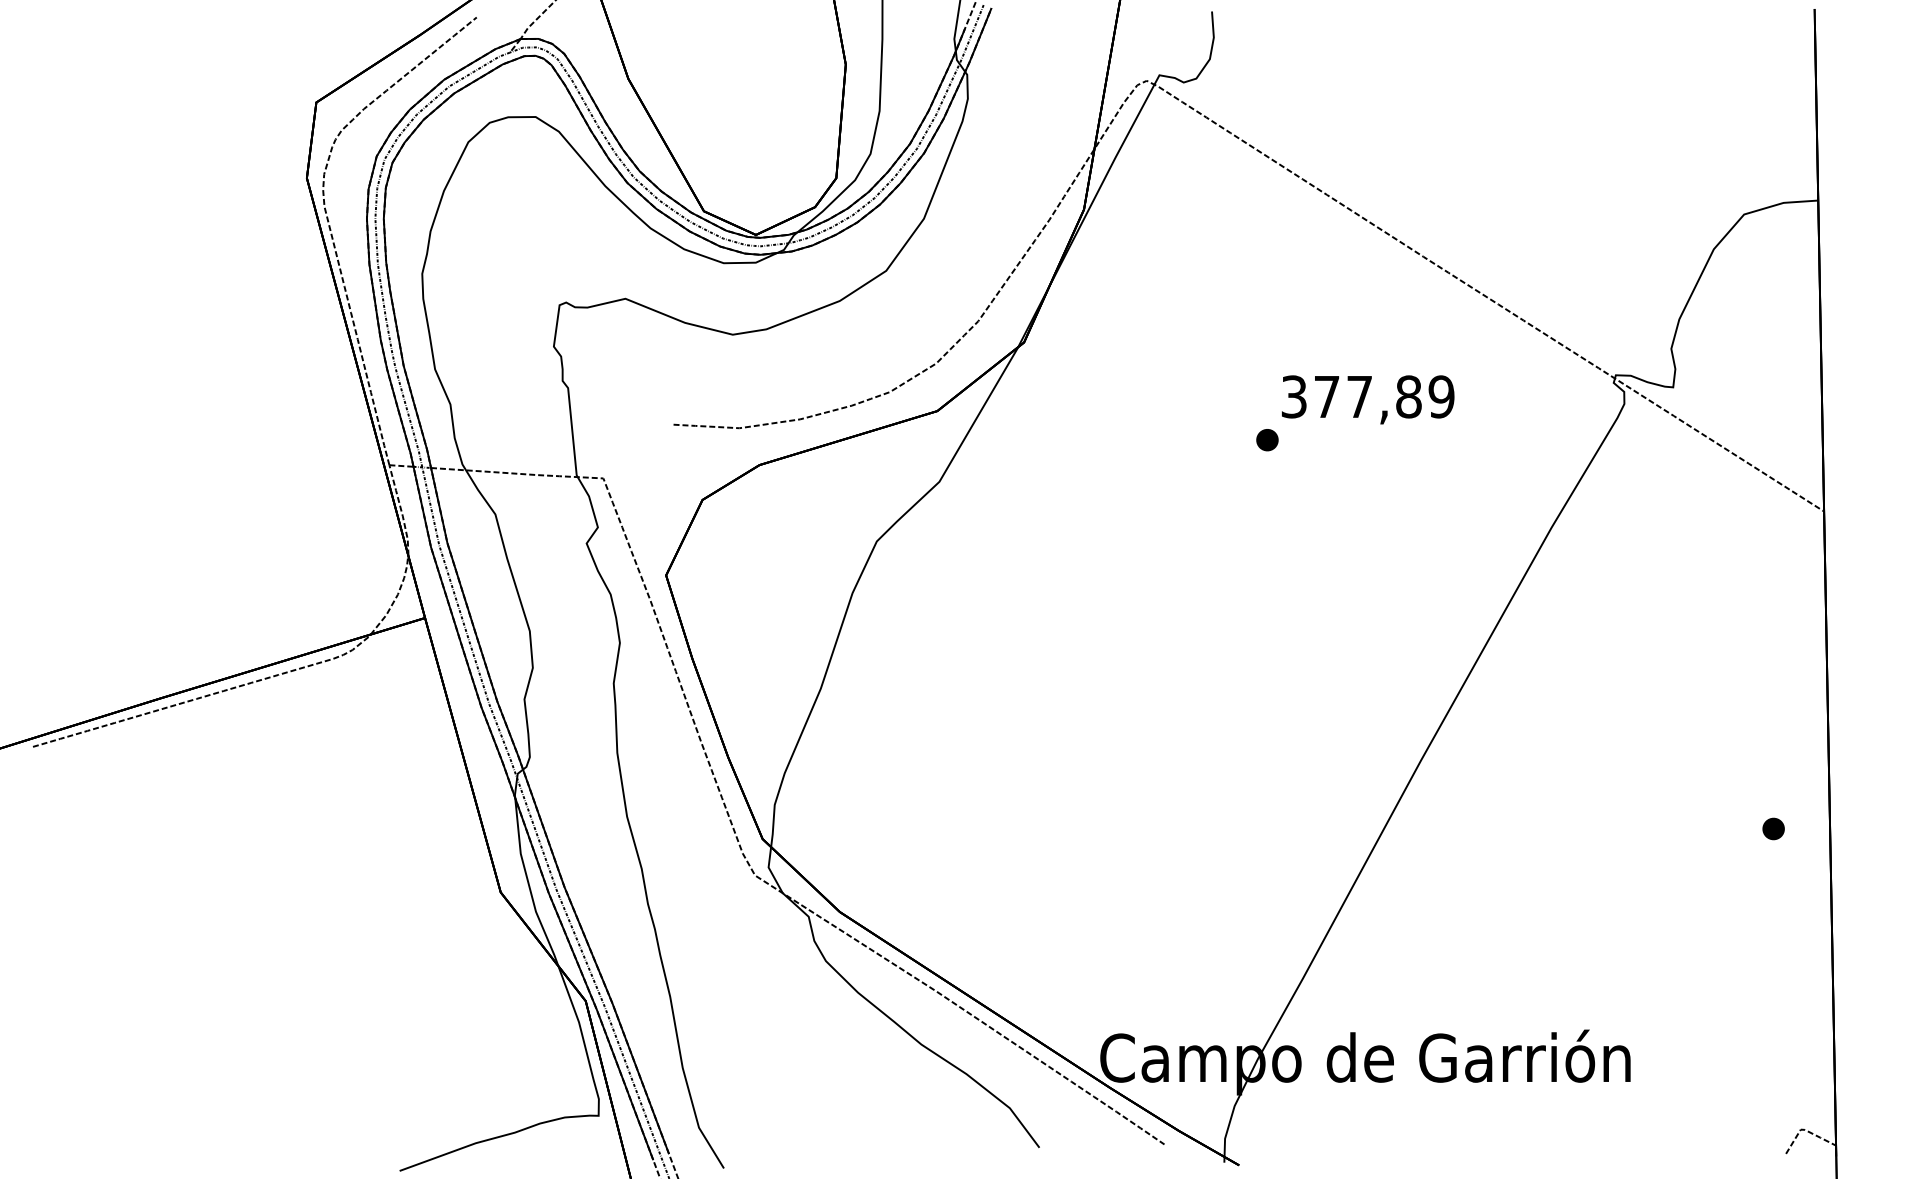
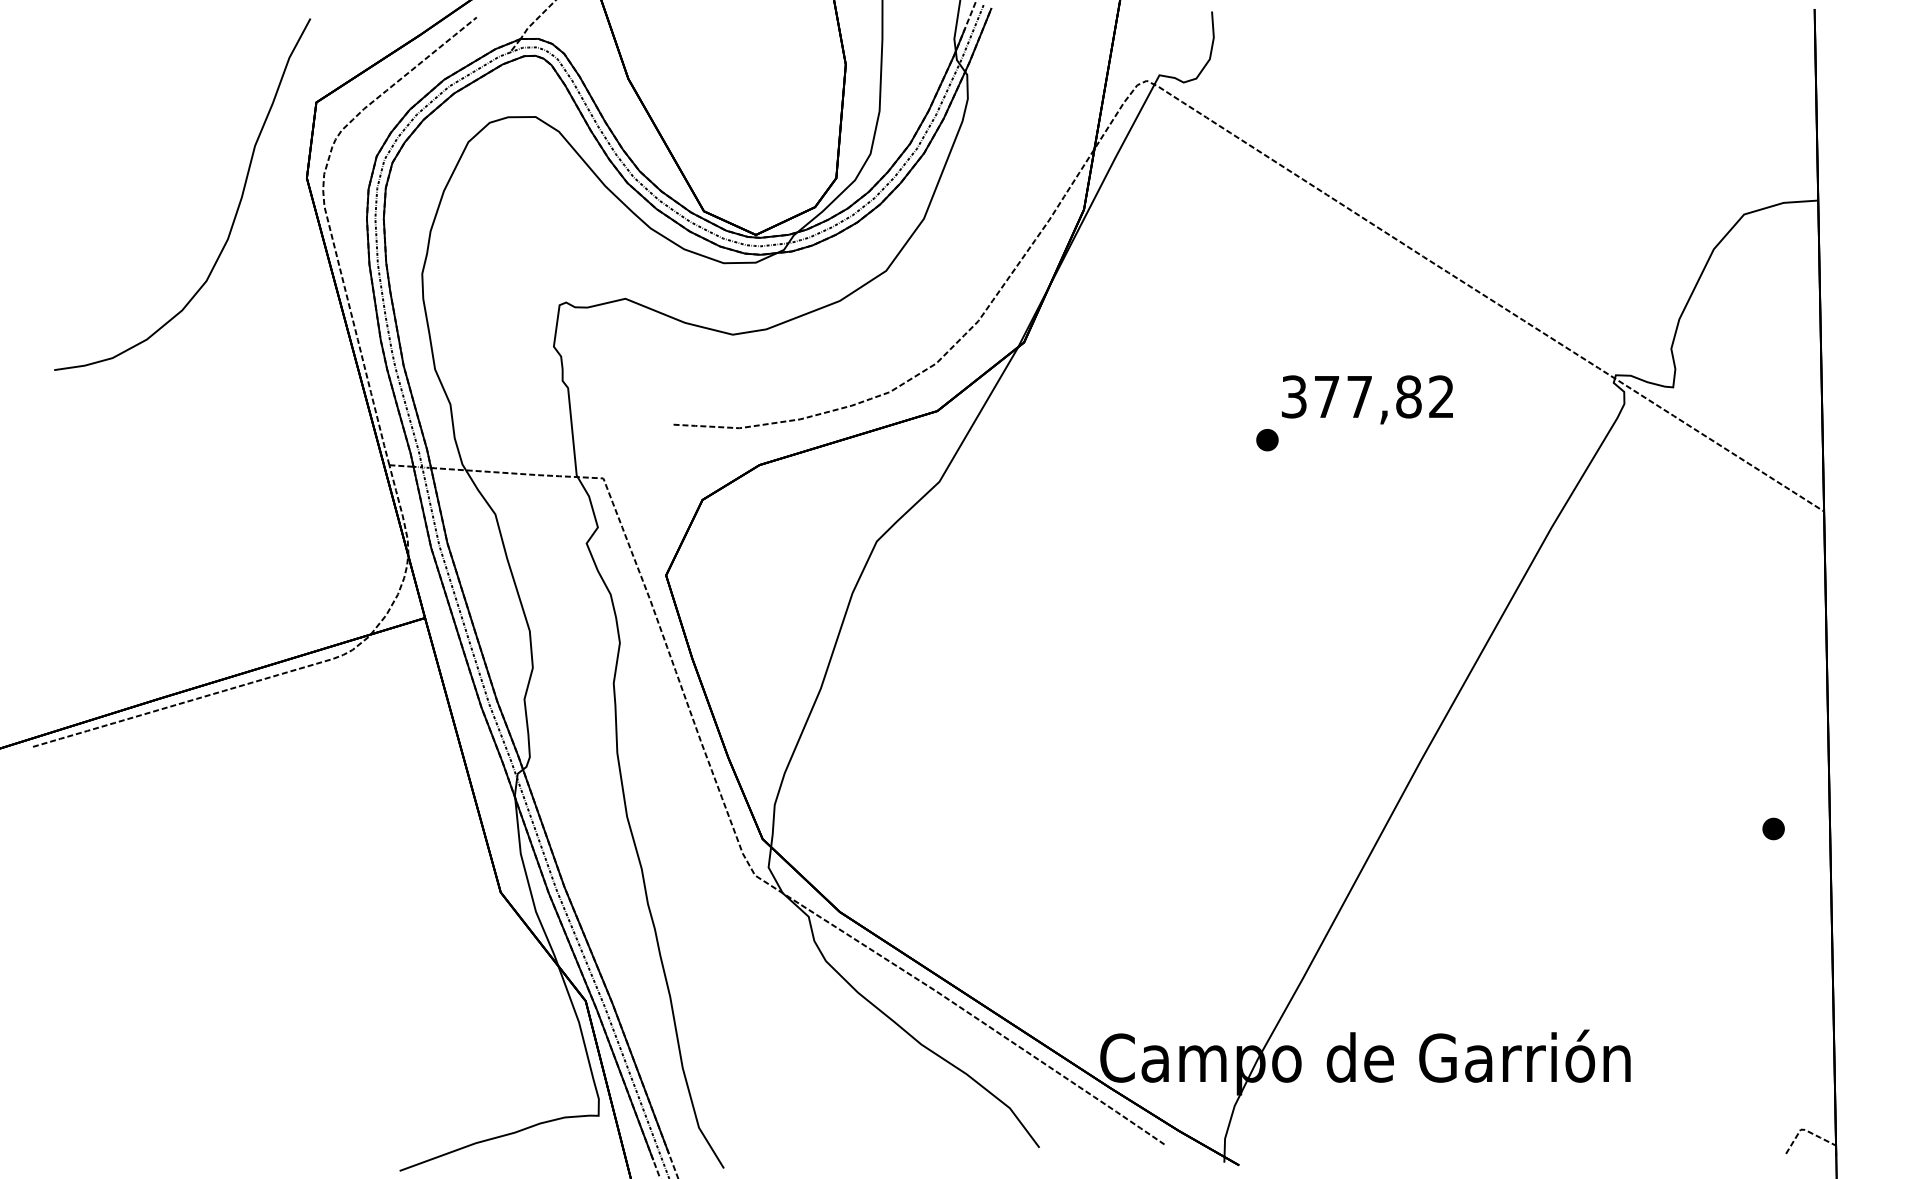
curve at (235, 212): none -> present
text at (1441, 396): 377,89 -> 377,82
